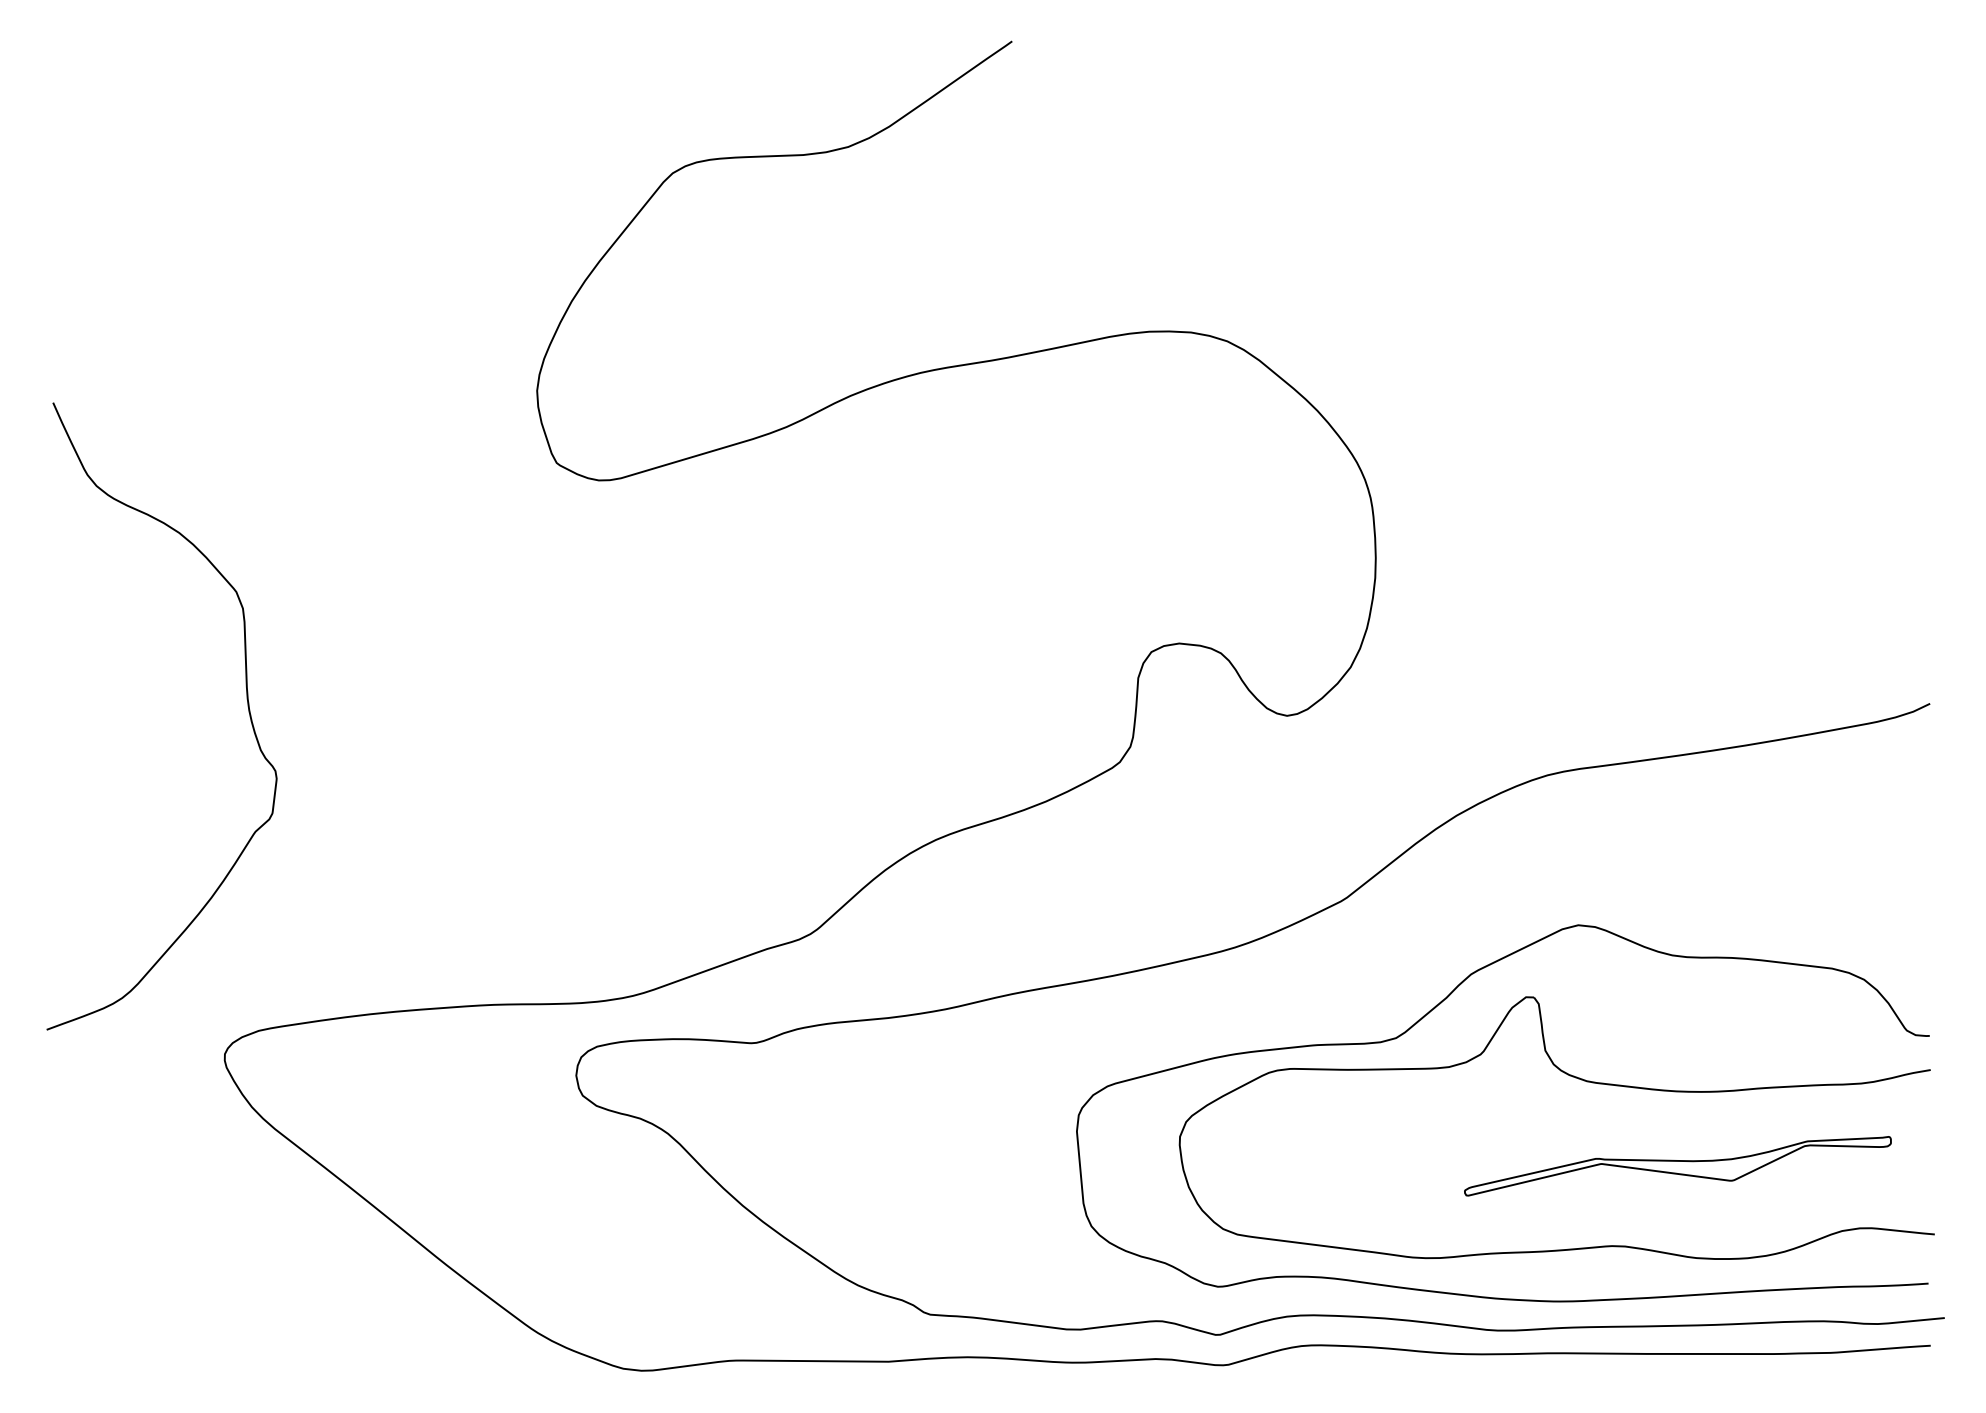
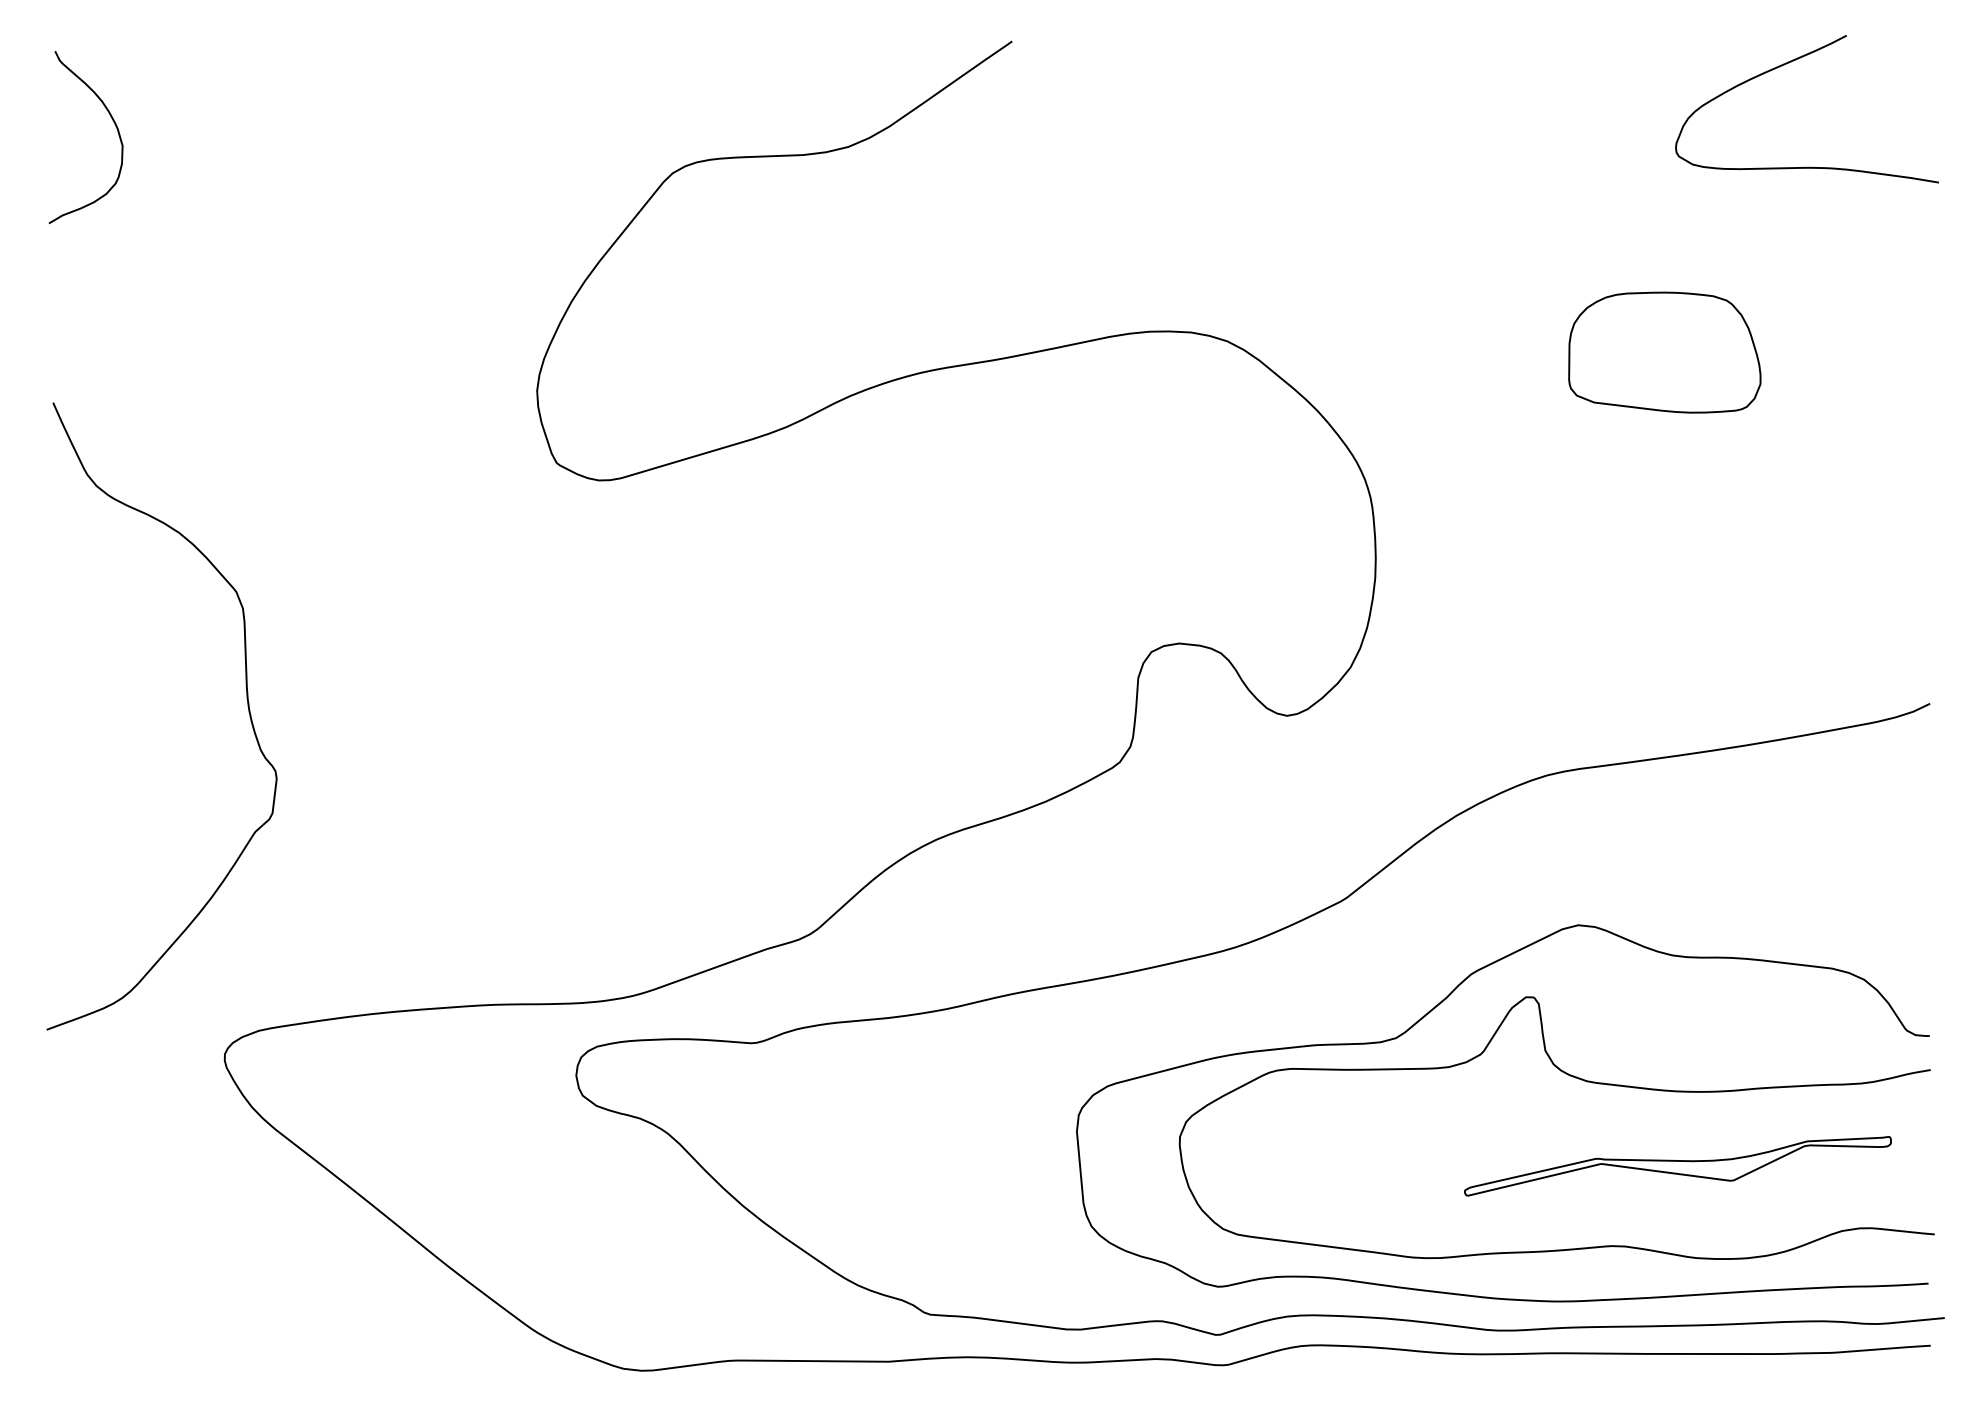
curve at (1789, 63): none -> present
curve at (113, 122): none -> present
part at (1664, 352): none -> present
